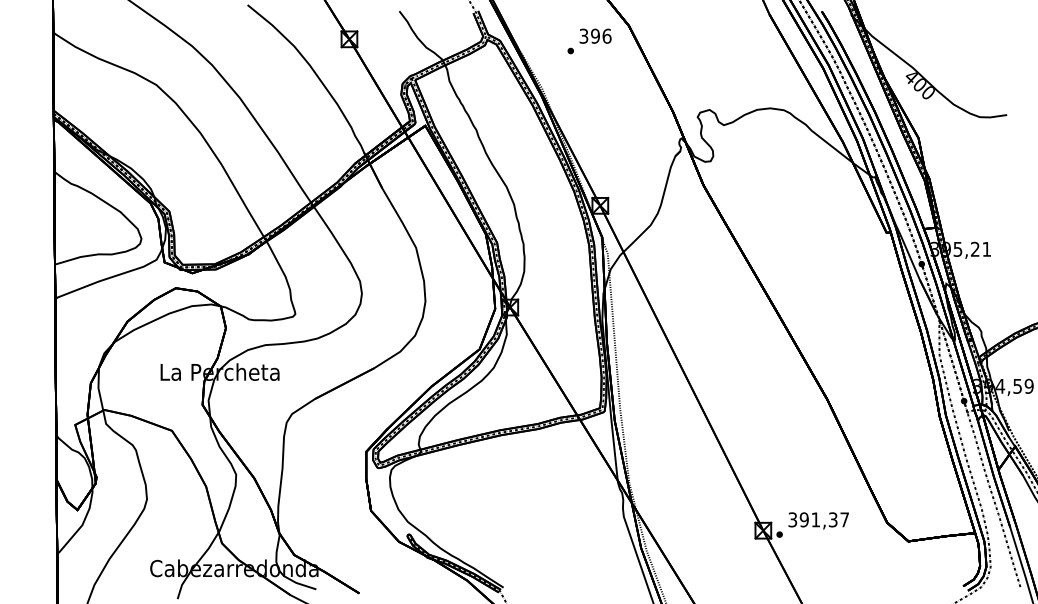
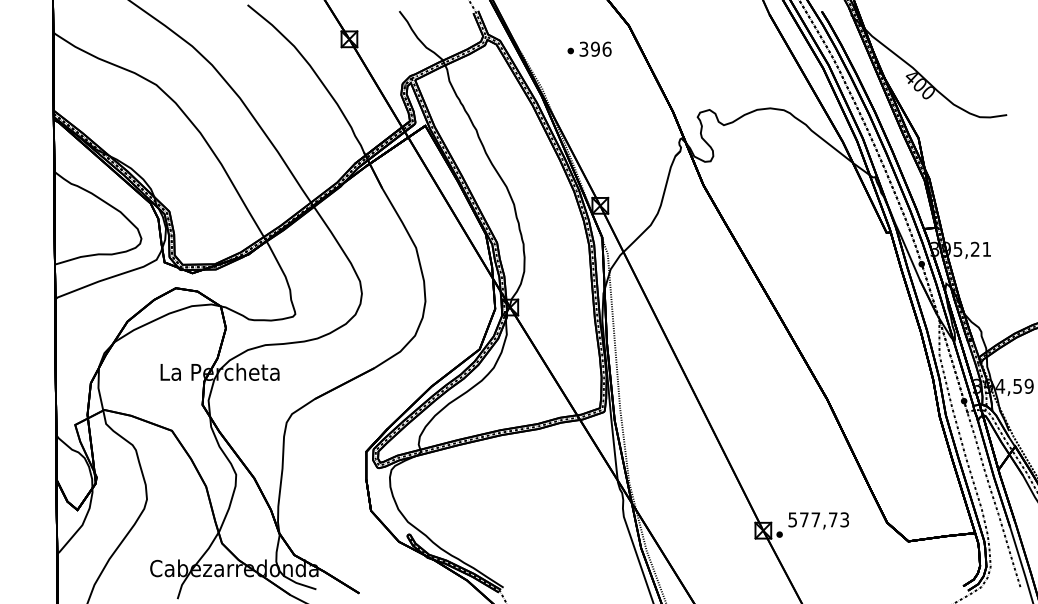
text at (595, 35) position: (595, 35) -> (595, 48)
text at (818, 519): 391,37 -> 577,73
